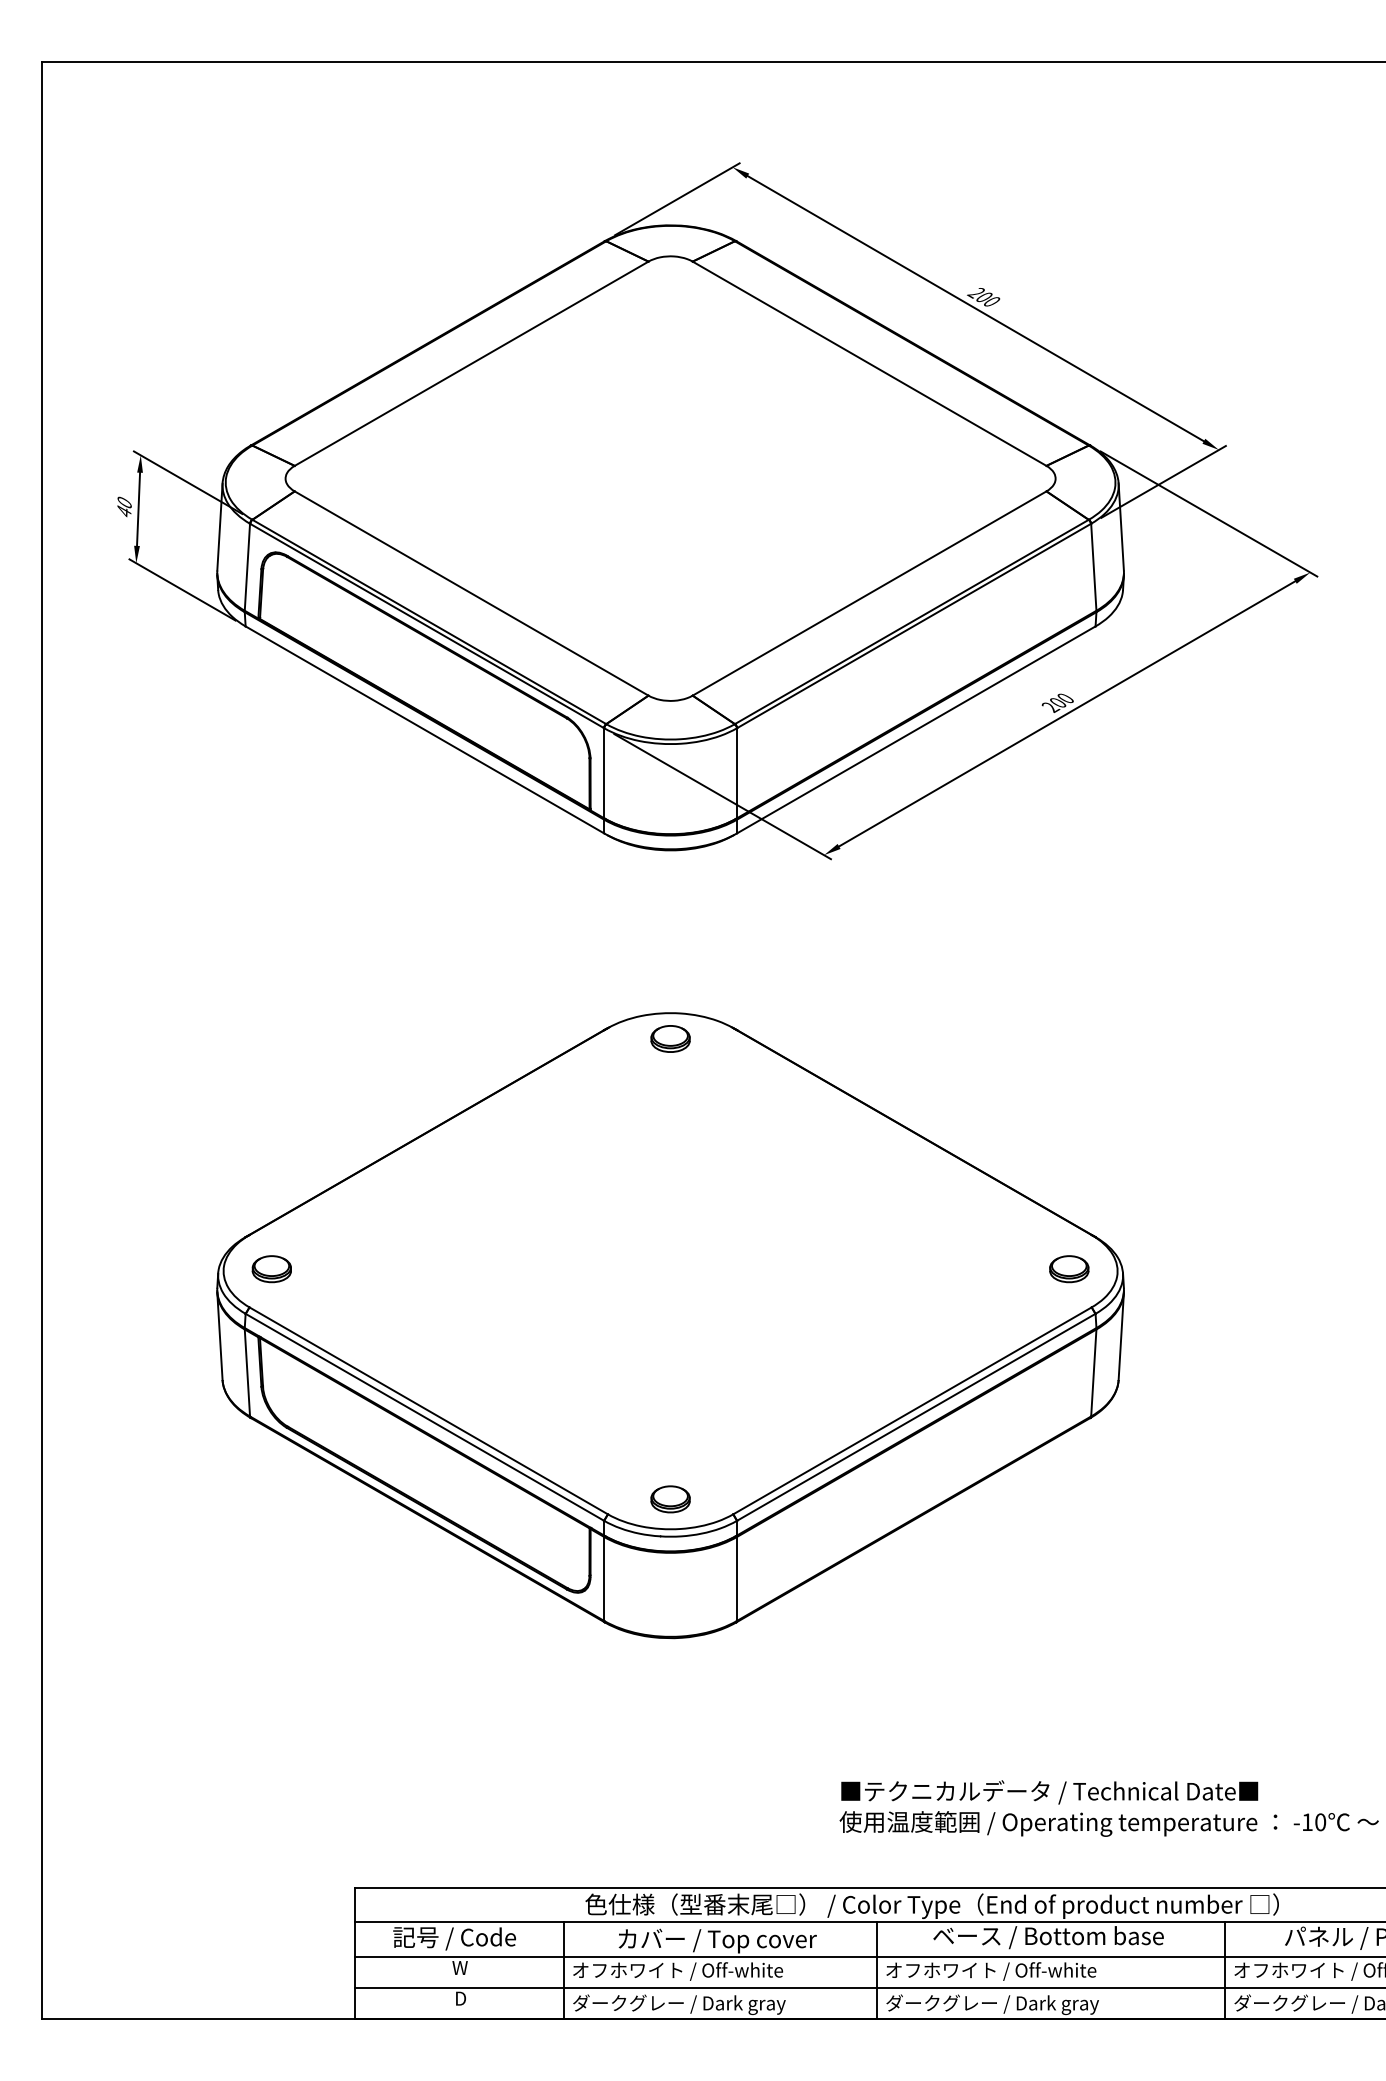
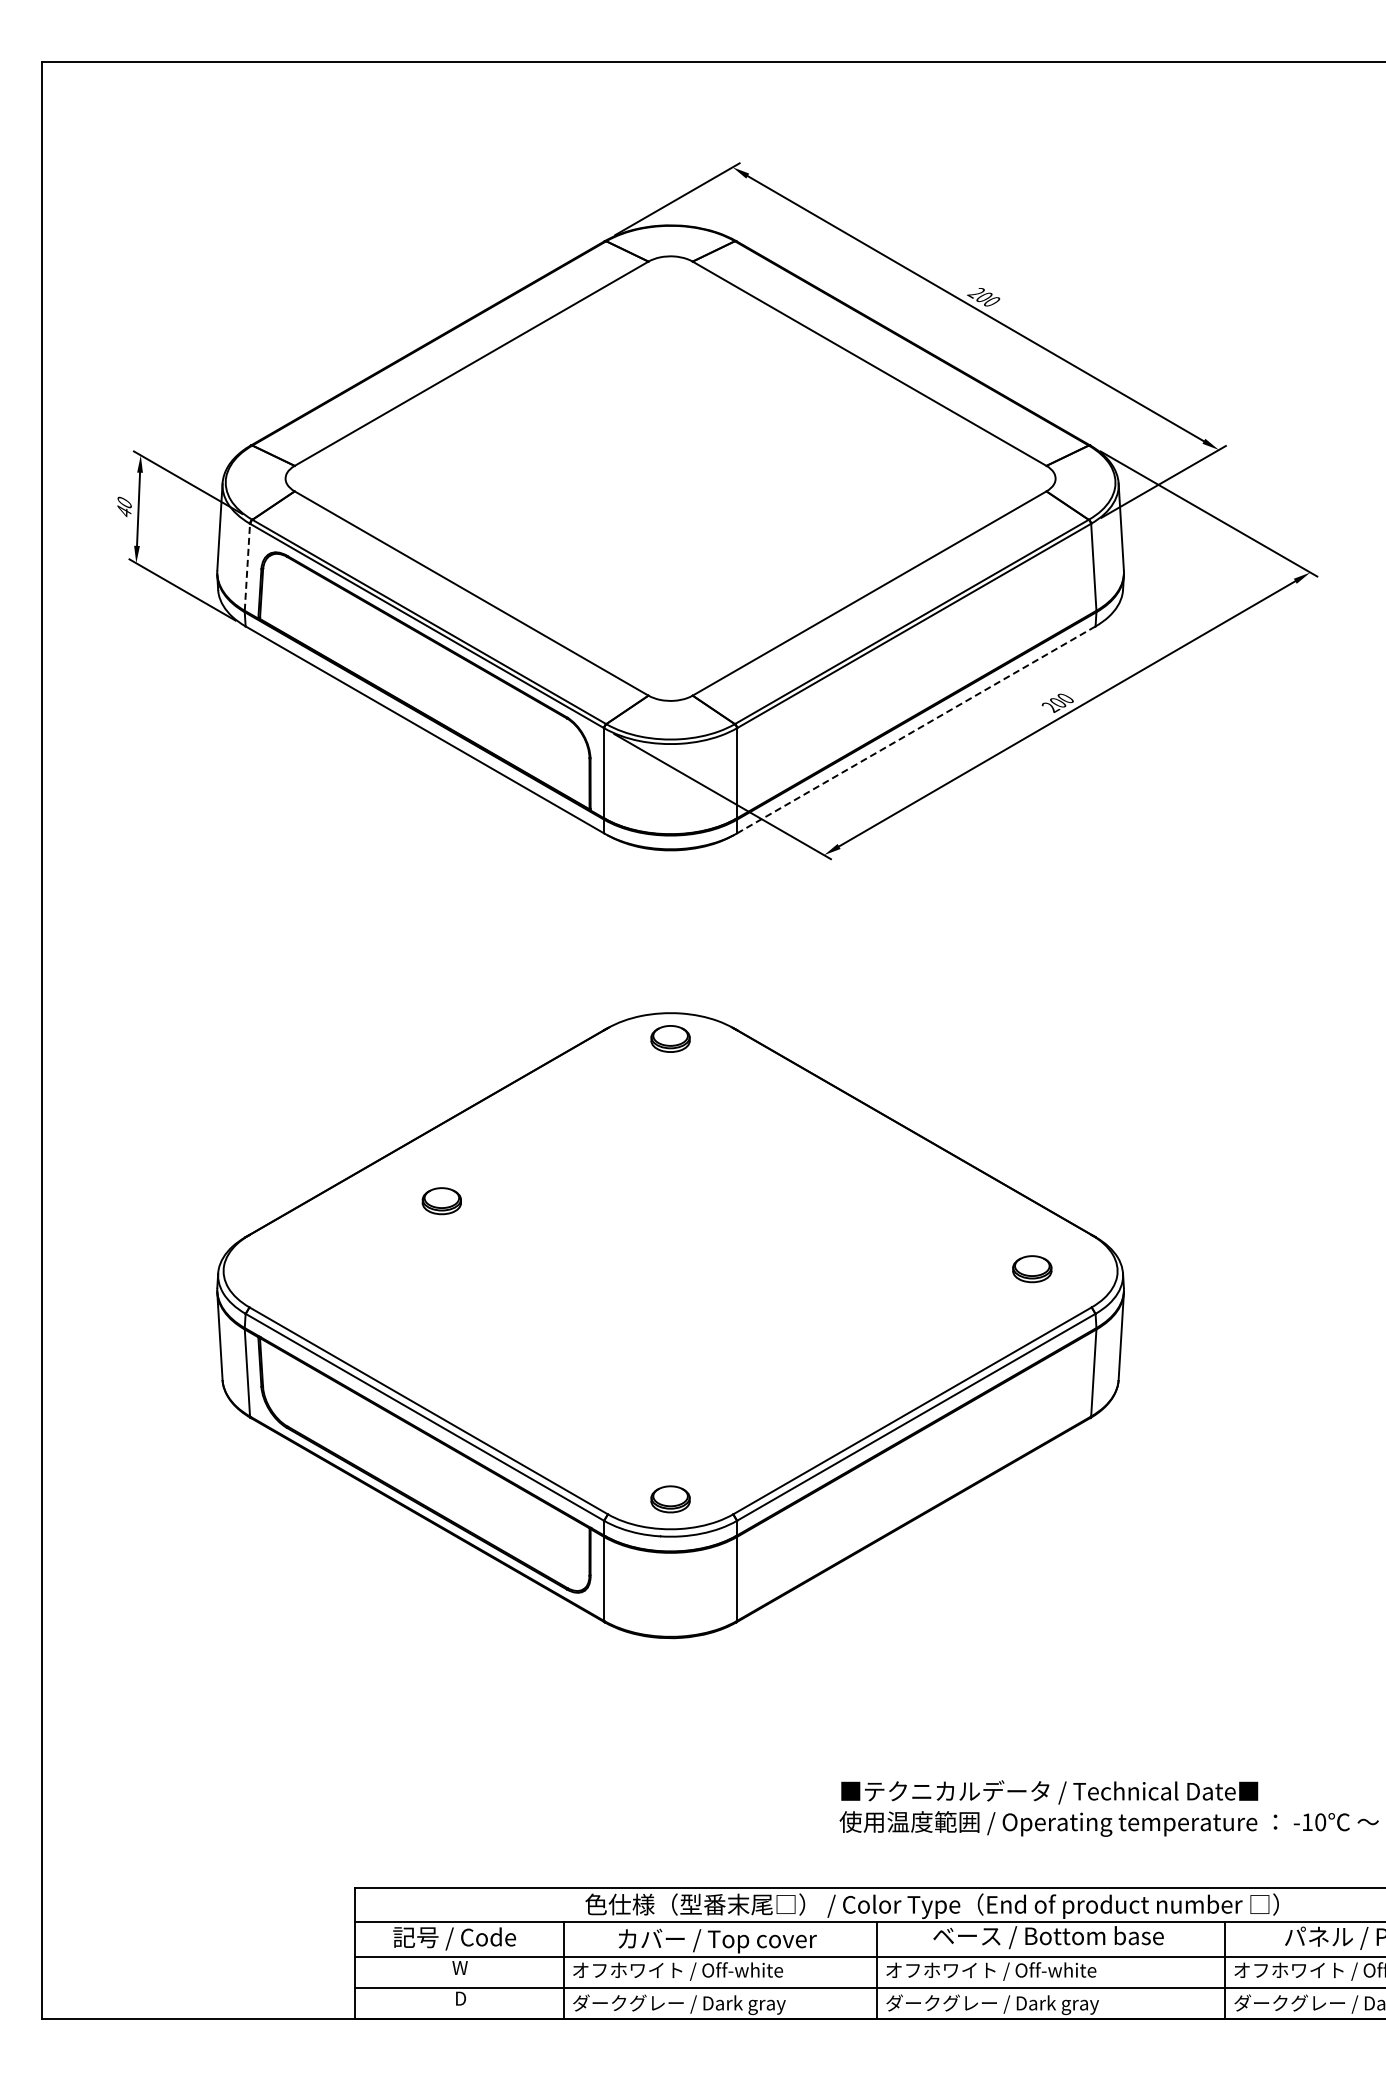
line at (247, 567): solid -> dashed
line at (916, 729): solid -> dashed
part at (271, 1269) position: (271, 1269) -> (441, 1201)
part at (1069, 1269) position: (1069, 1269) -> (1032, 1269)
